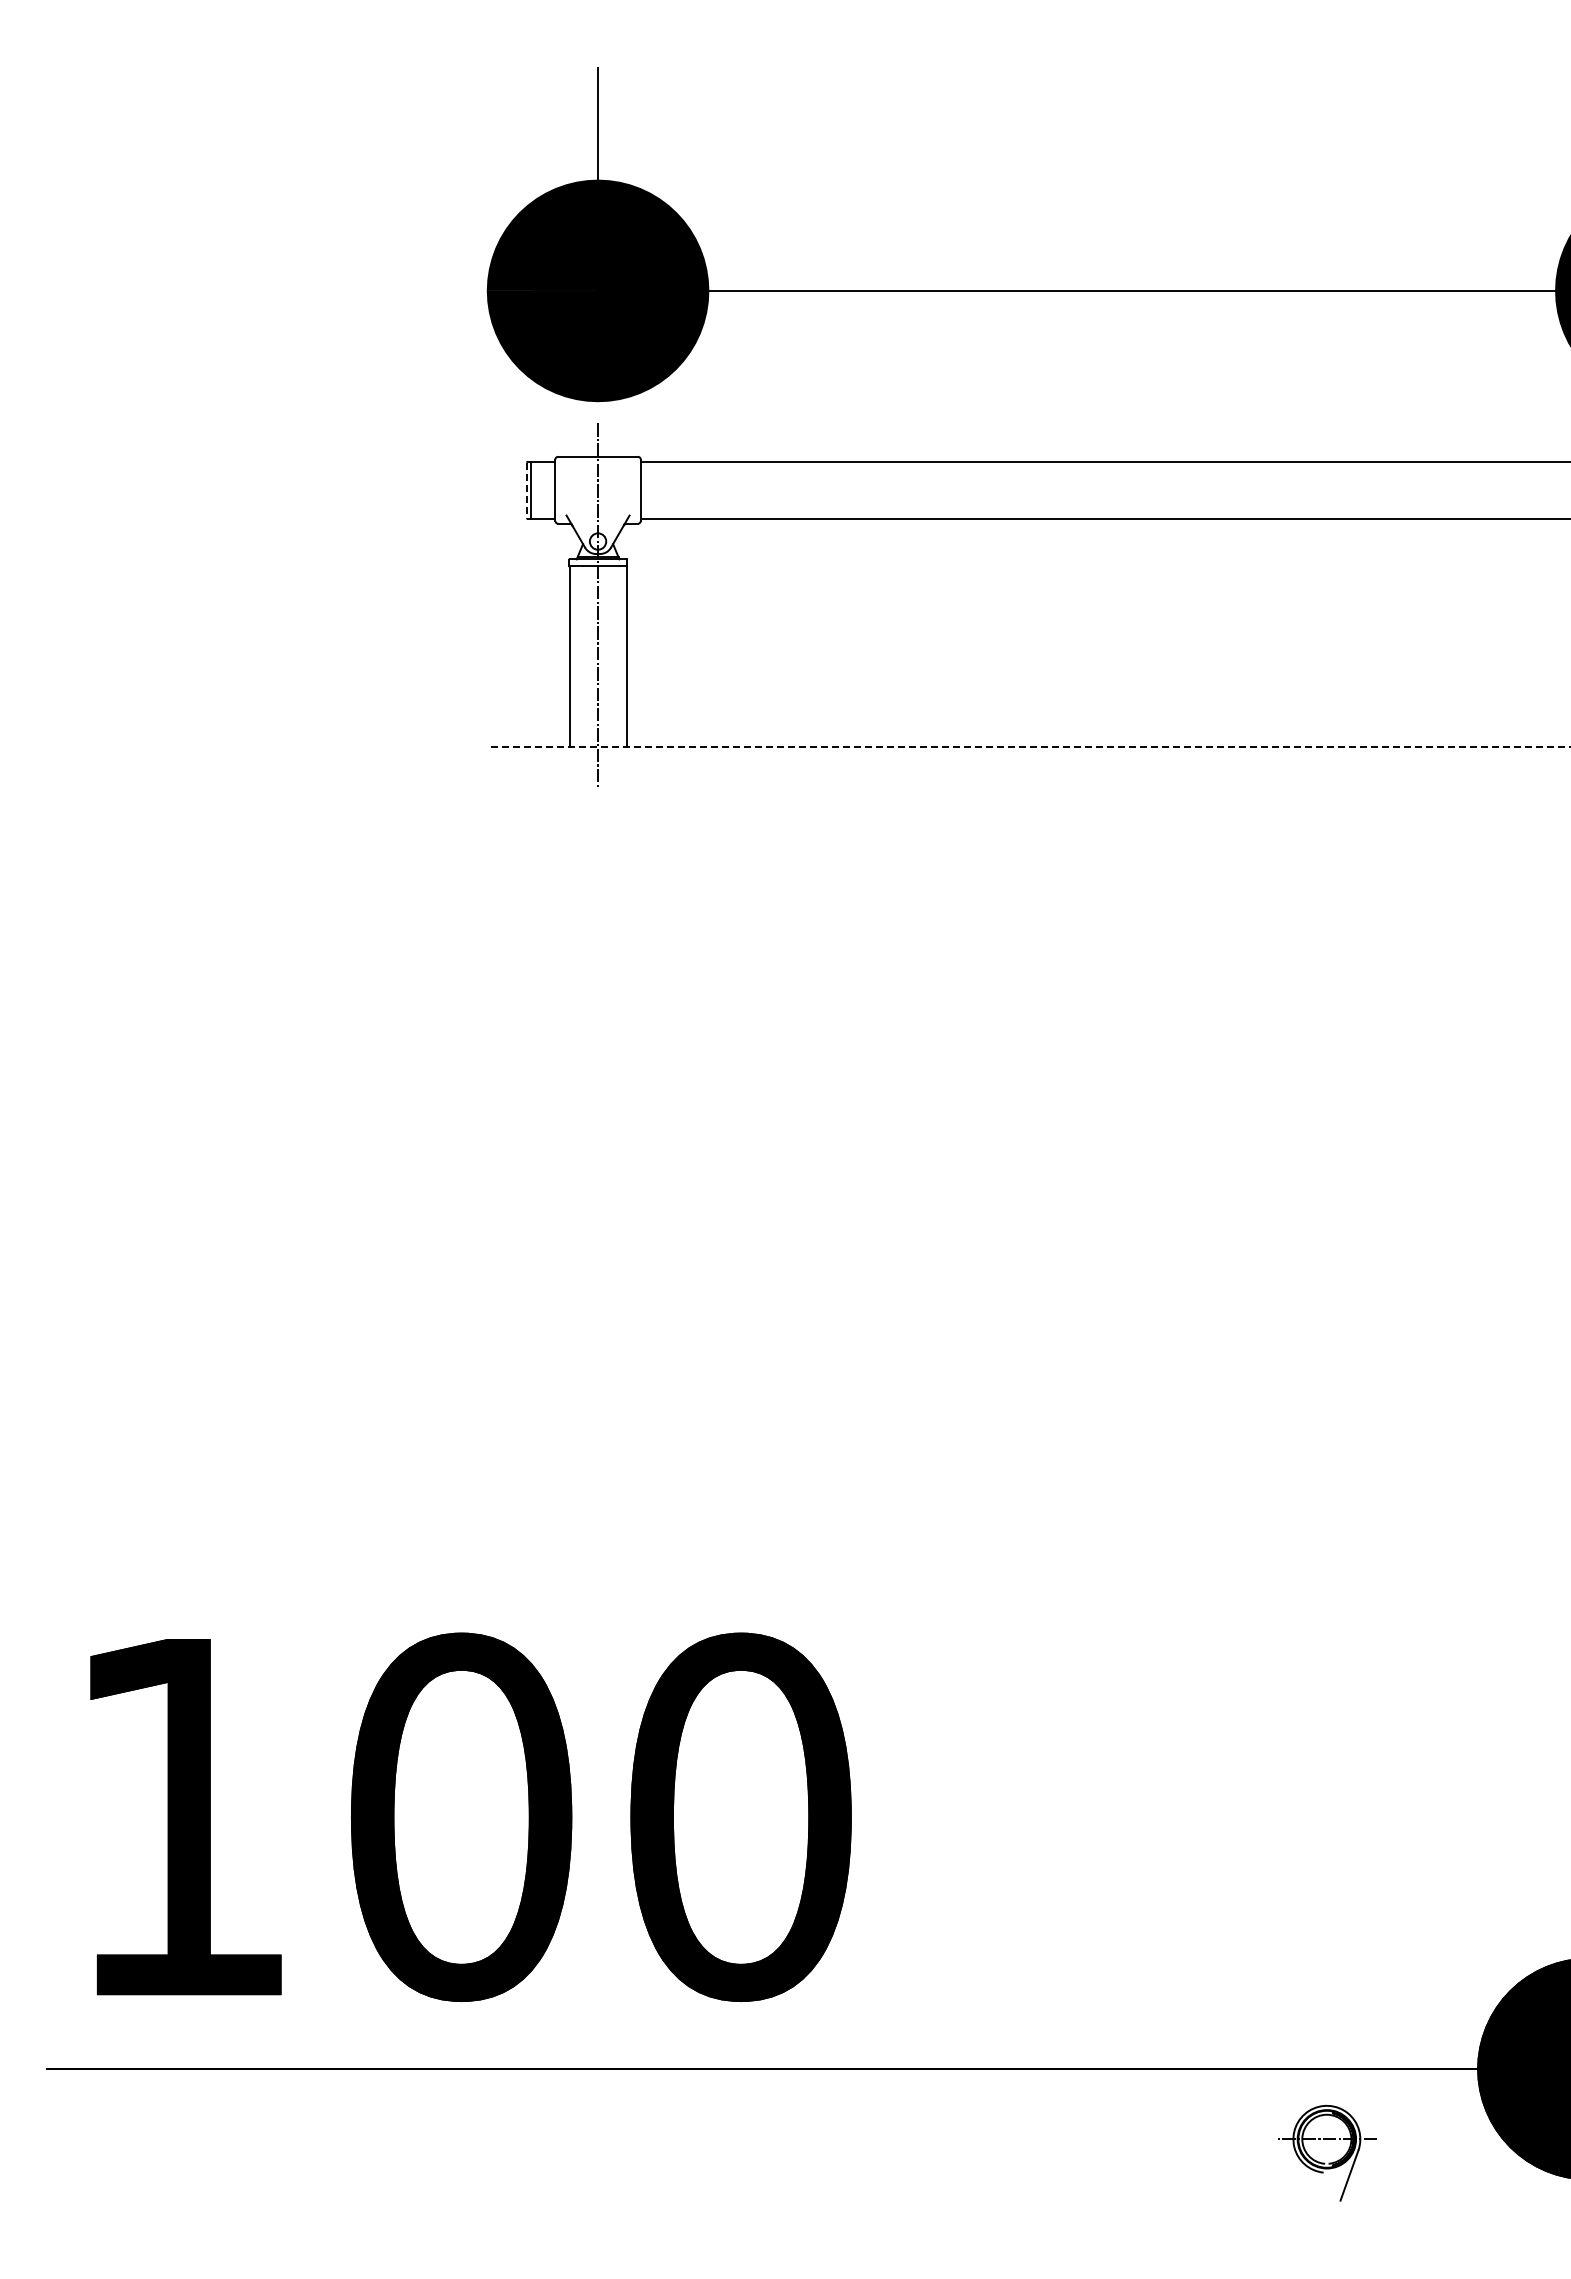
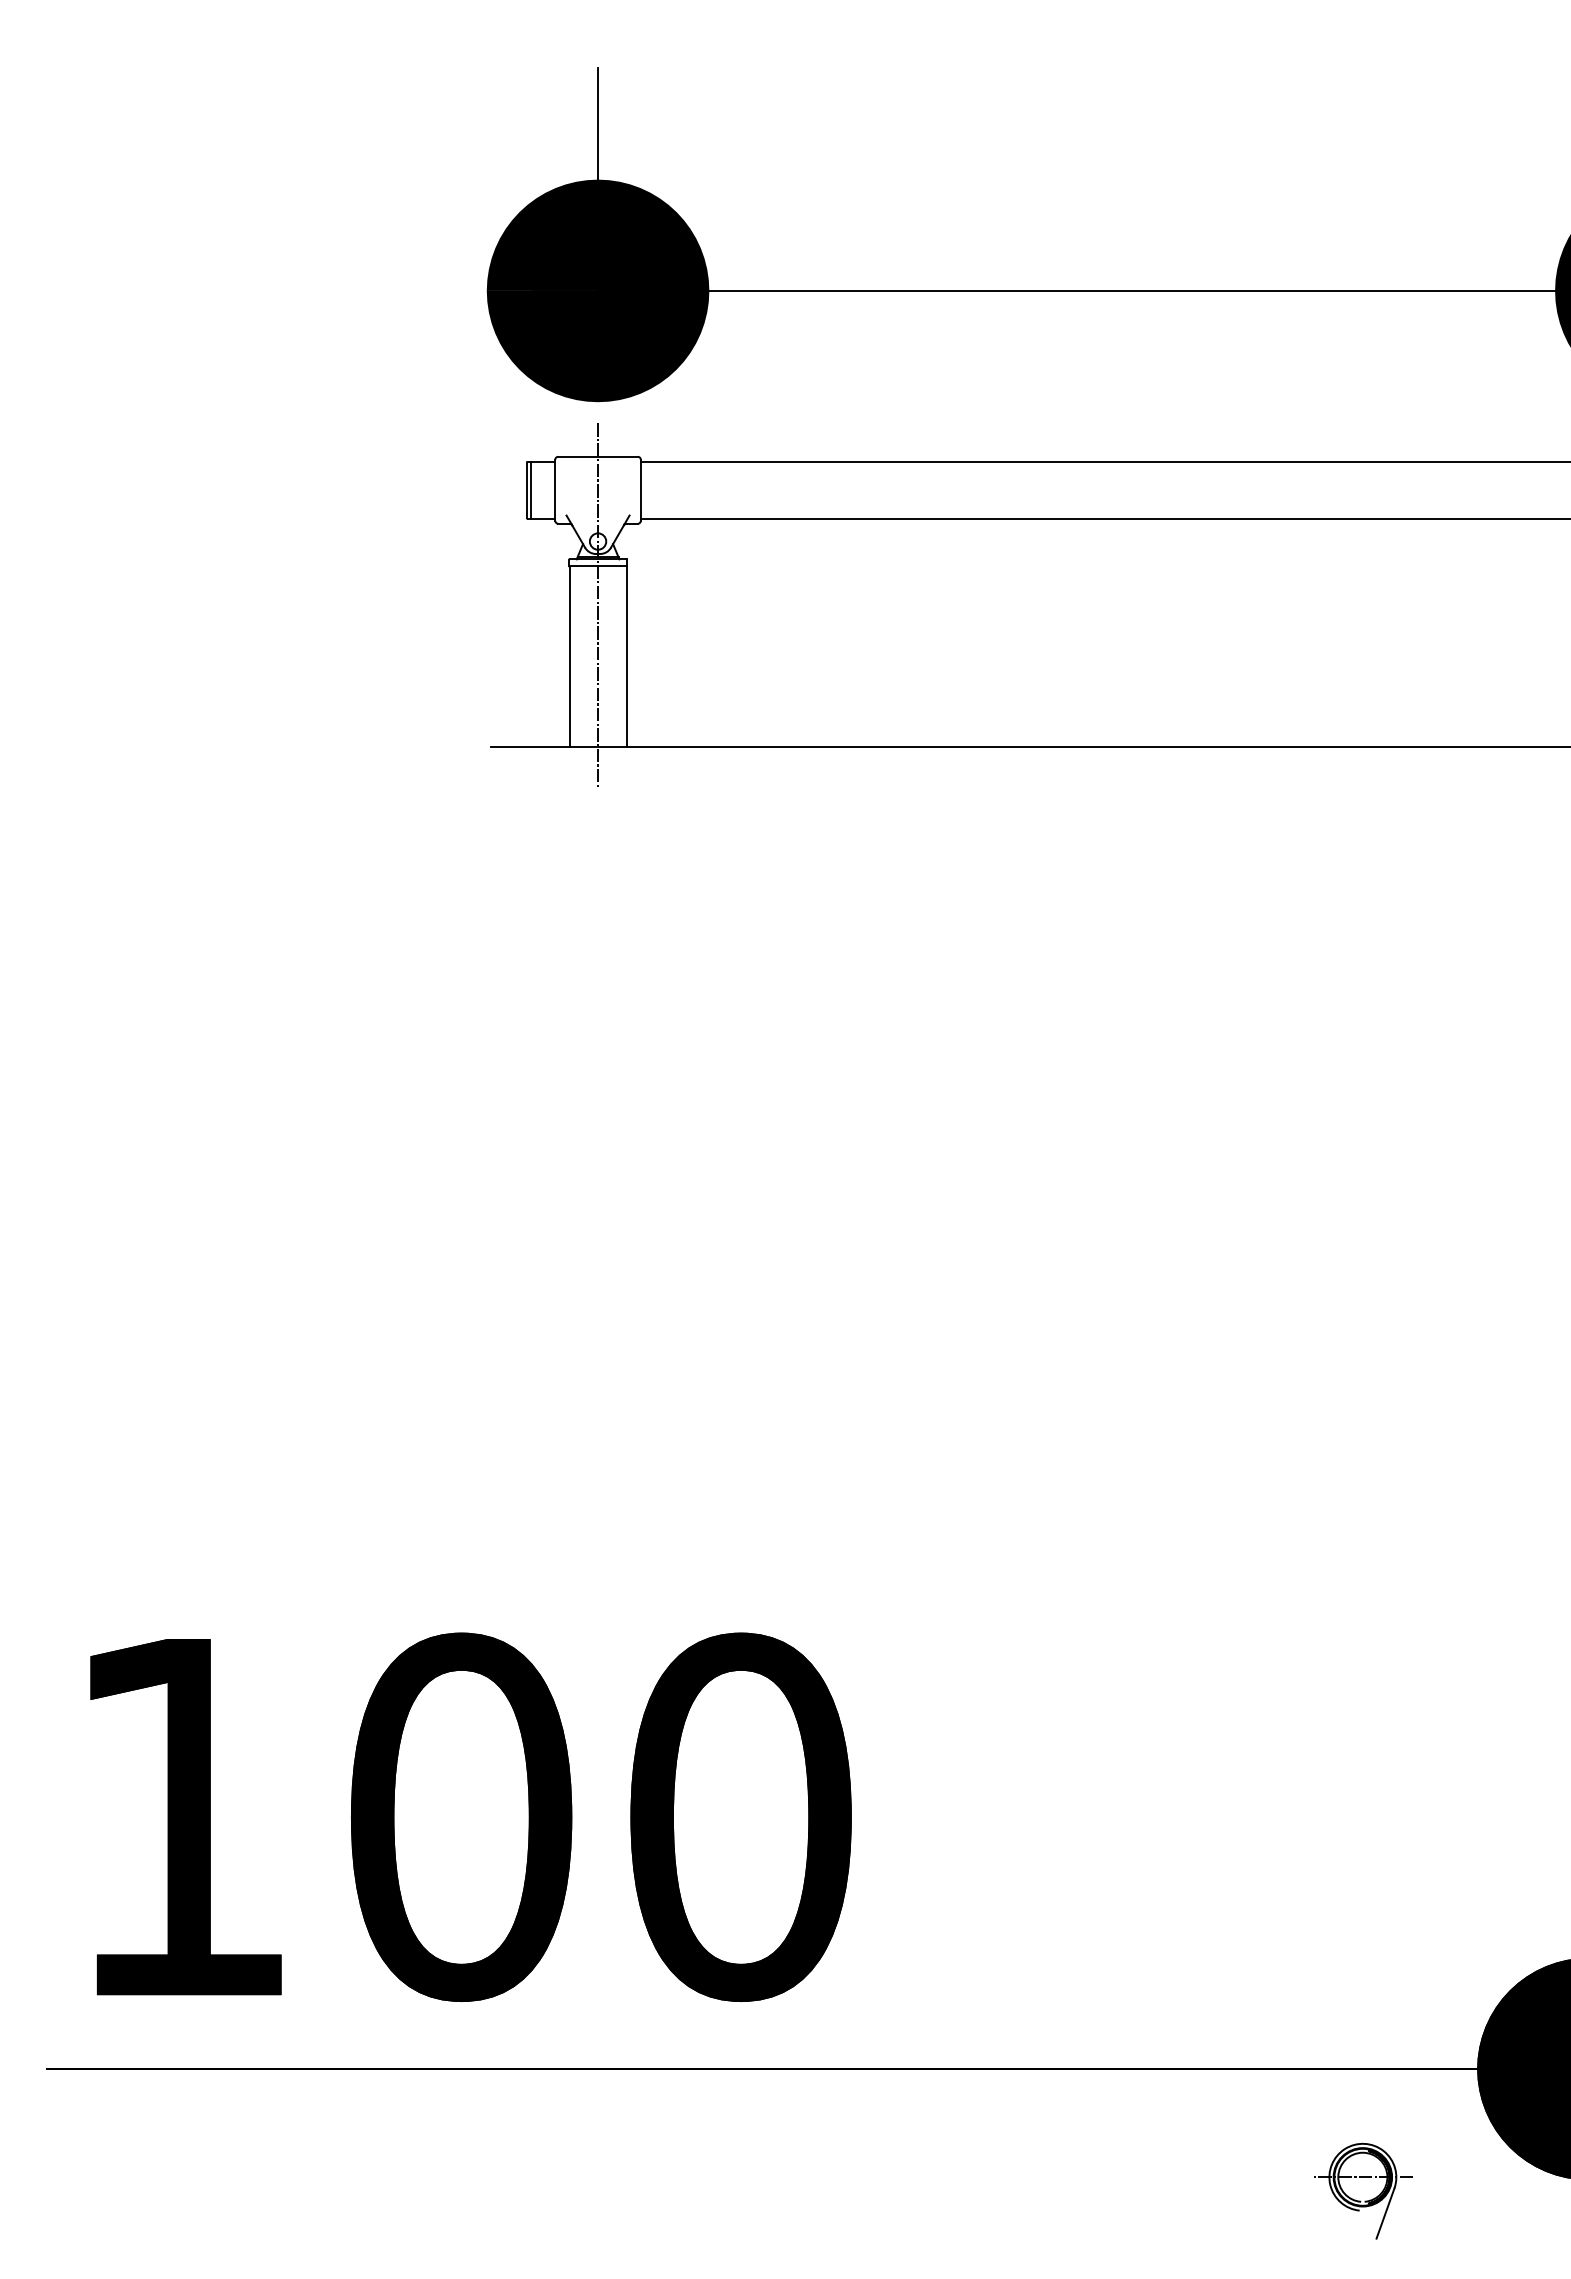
line at (526, 490): dashed -> solid
line at (1031, 746): dashed -> solid
part at (1327, 2152) position: (1327, 2152) -> (1363, 2190)
